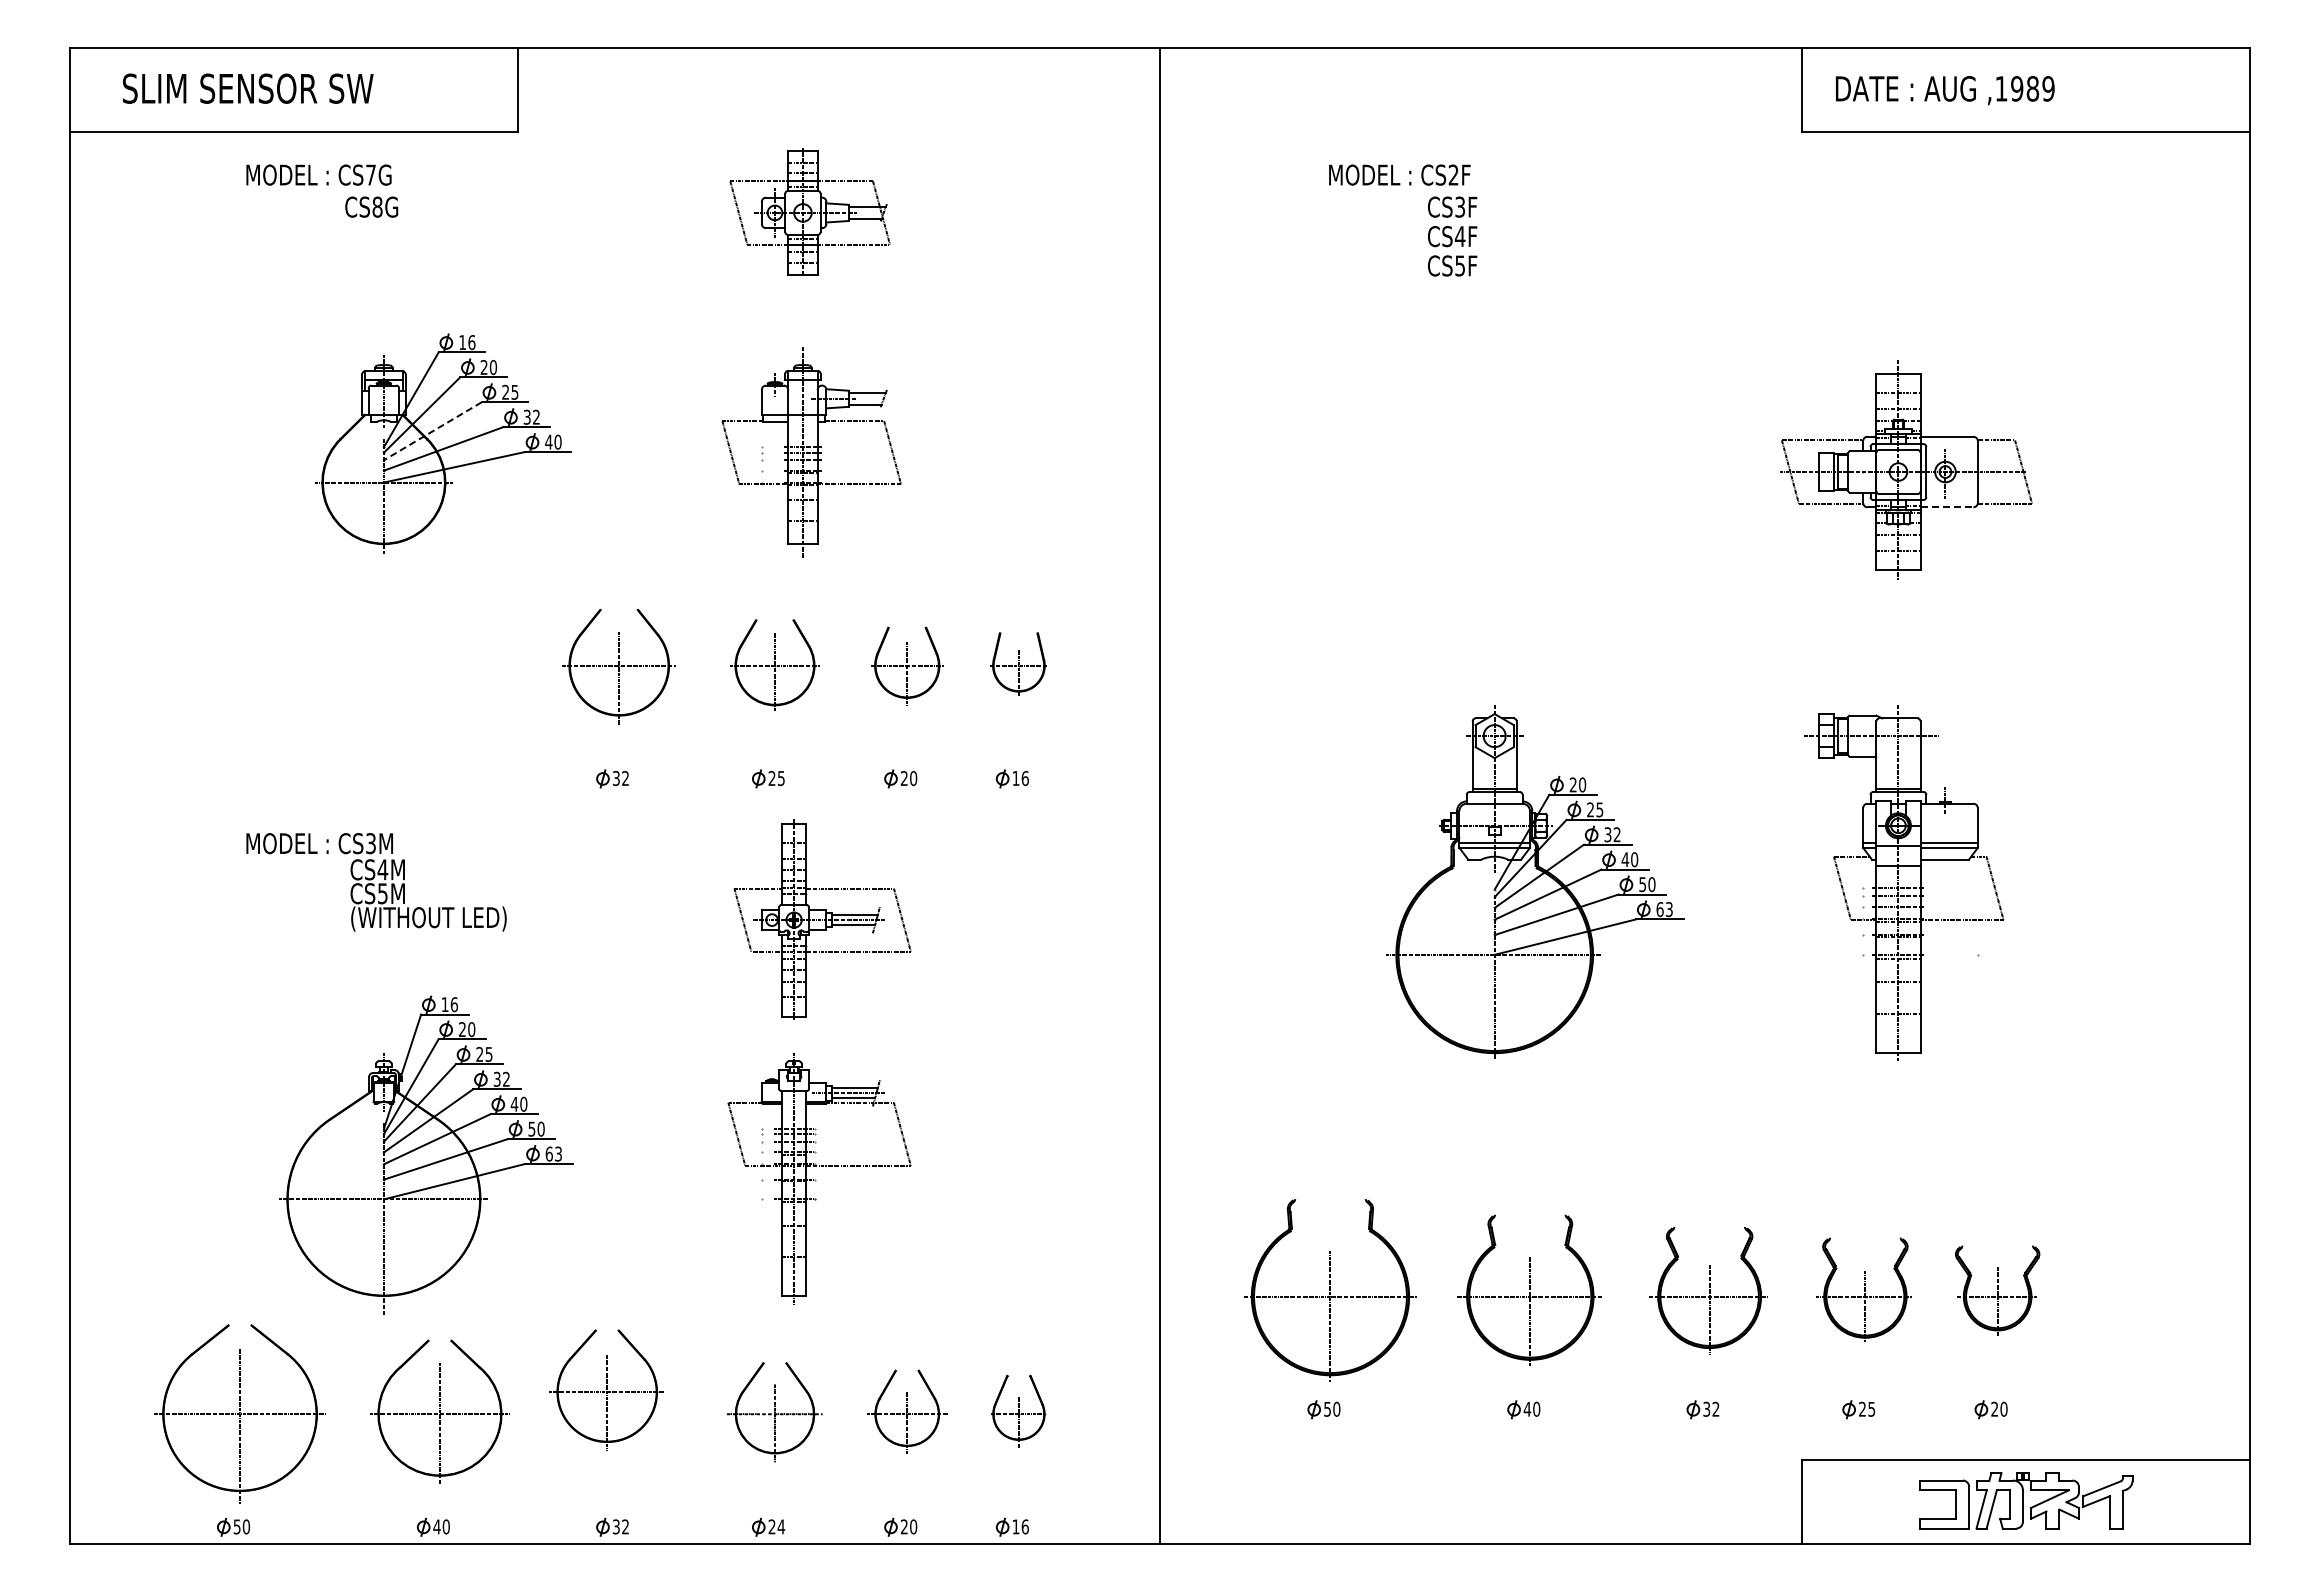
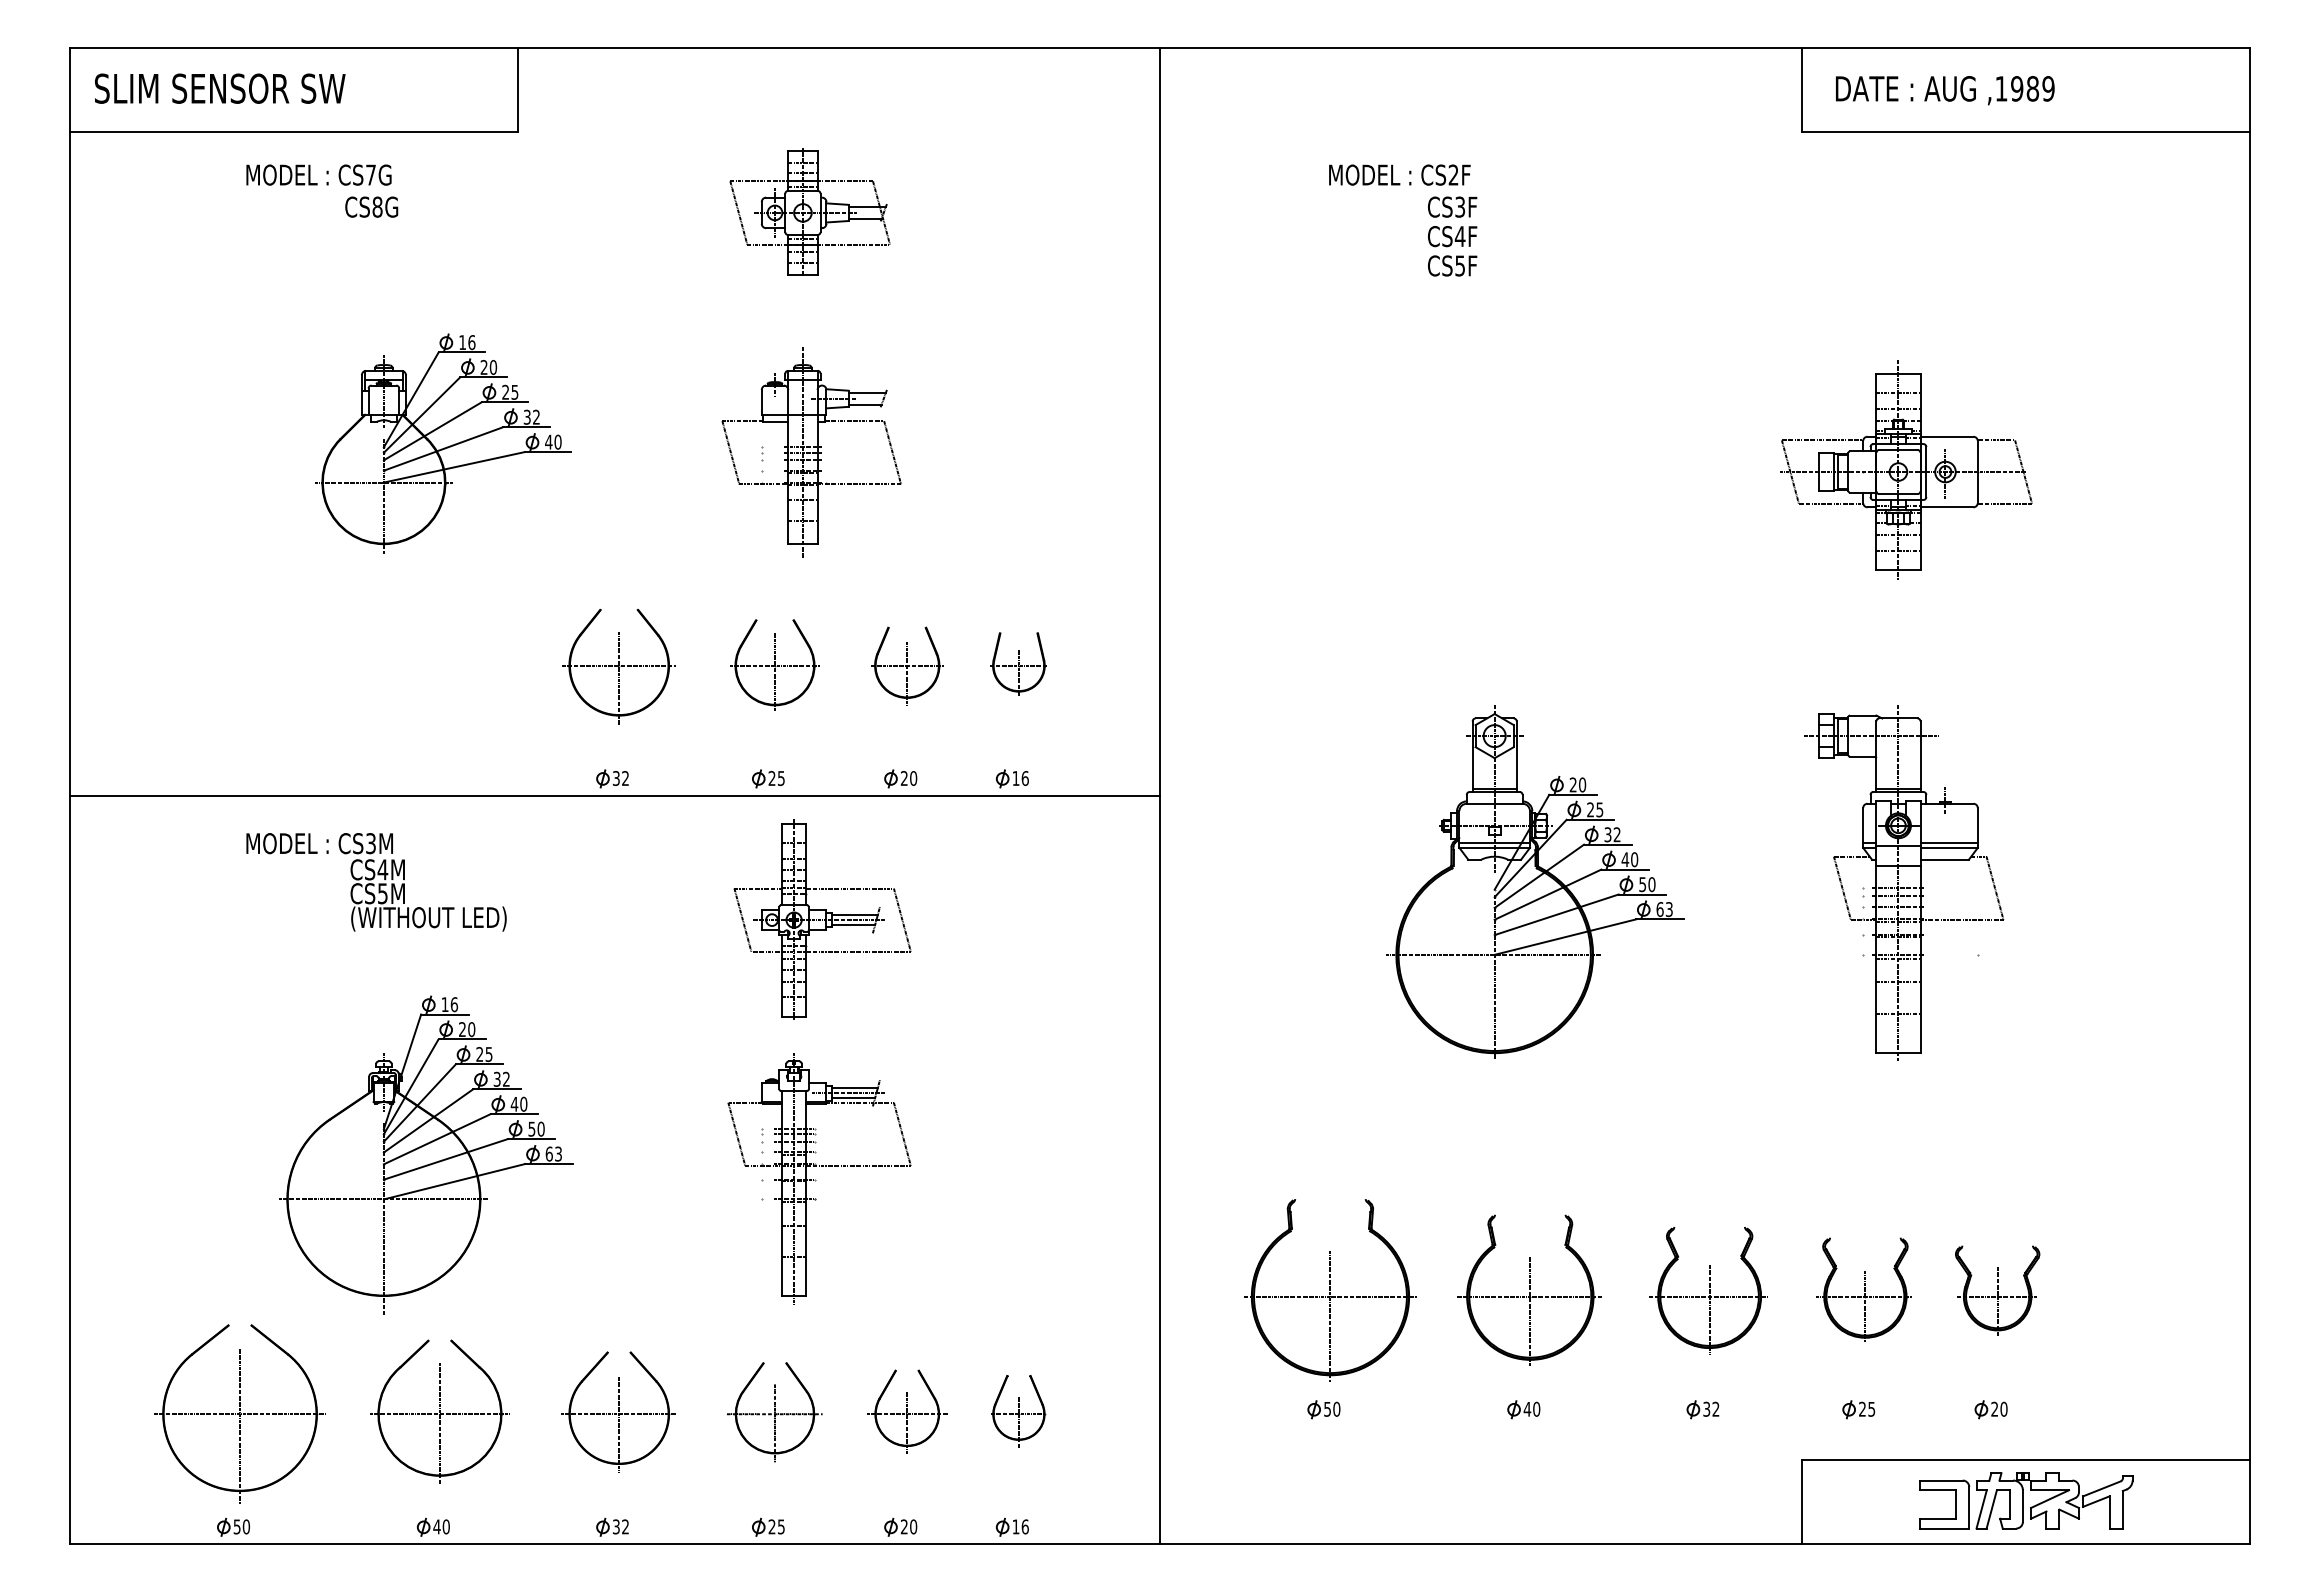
text at (248, 88) position: (248, 88) -> (220, 88)
line at (432, 431): dashed -> solid
line at (1947, 507): dashed -> solid
line at (614, 796): none -> present
part at (606, 1389) position: (606, 1389) -> (618, 1411)
text at (781, 1526): 24 -> 25
